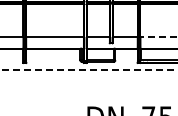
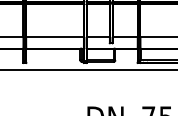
line at (158, 36): dashed -> solid
line at (88, 69): dashed -> solid
